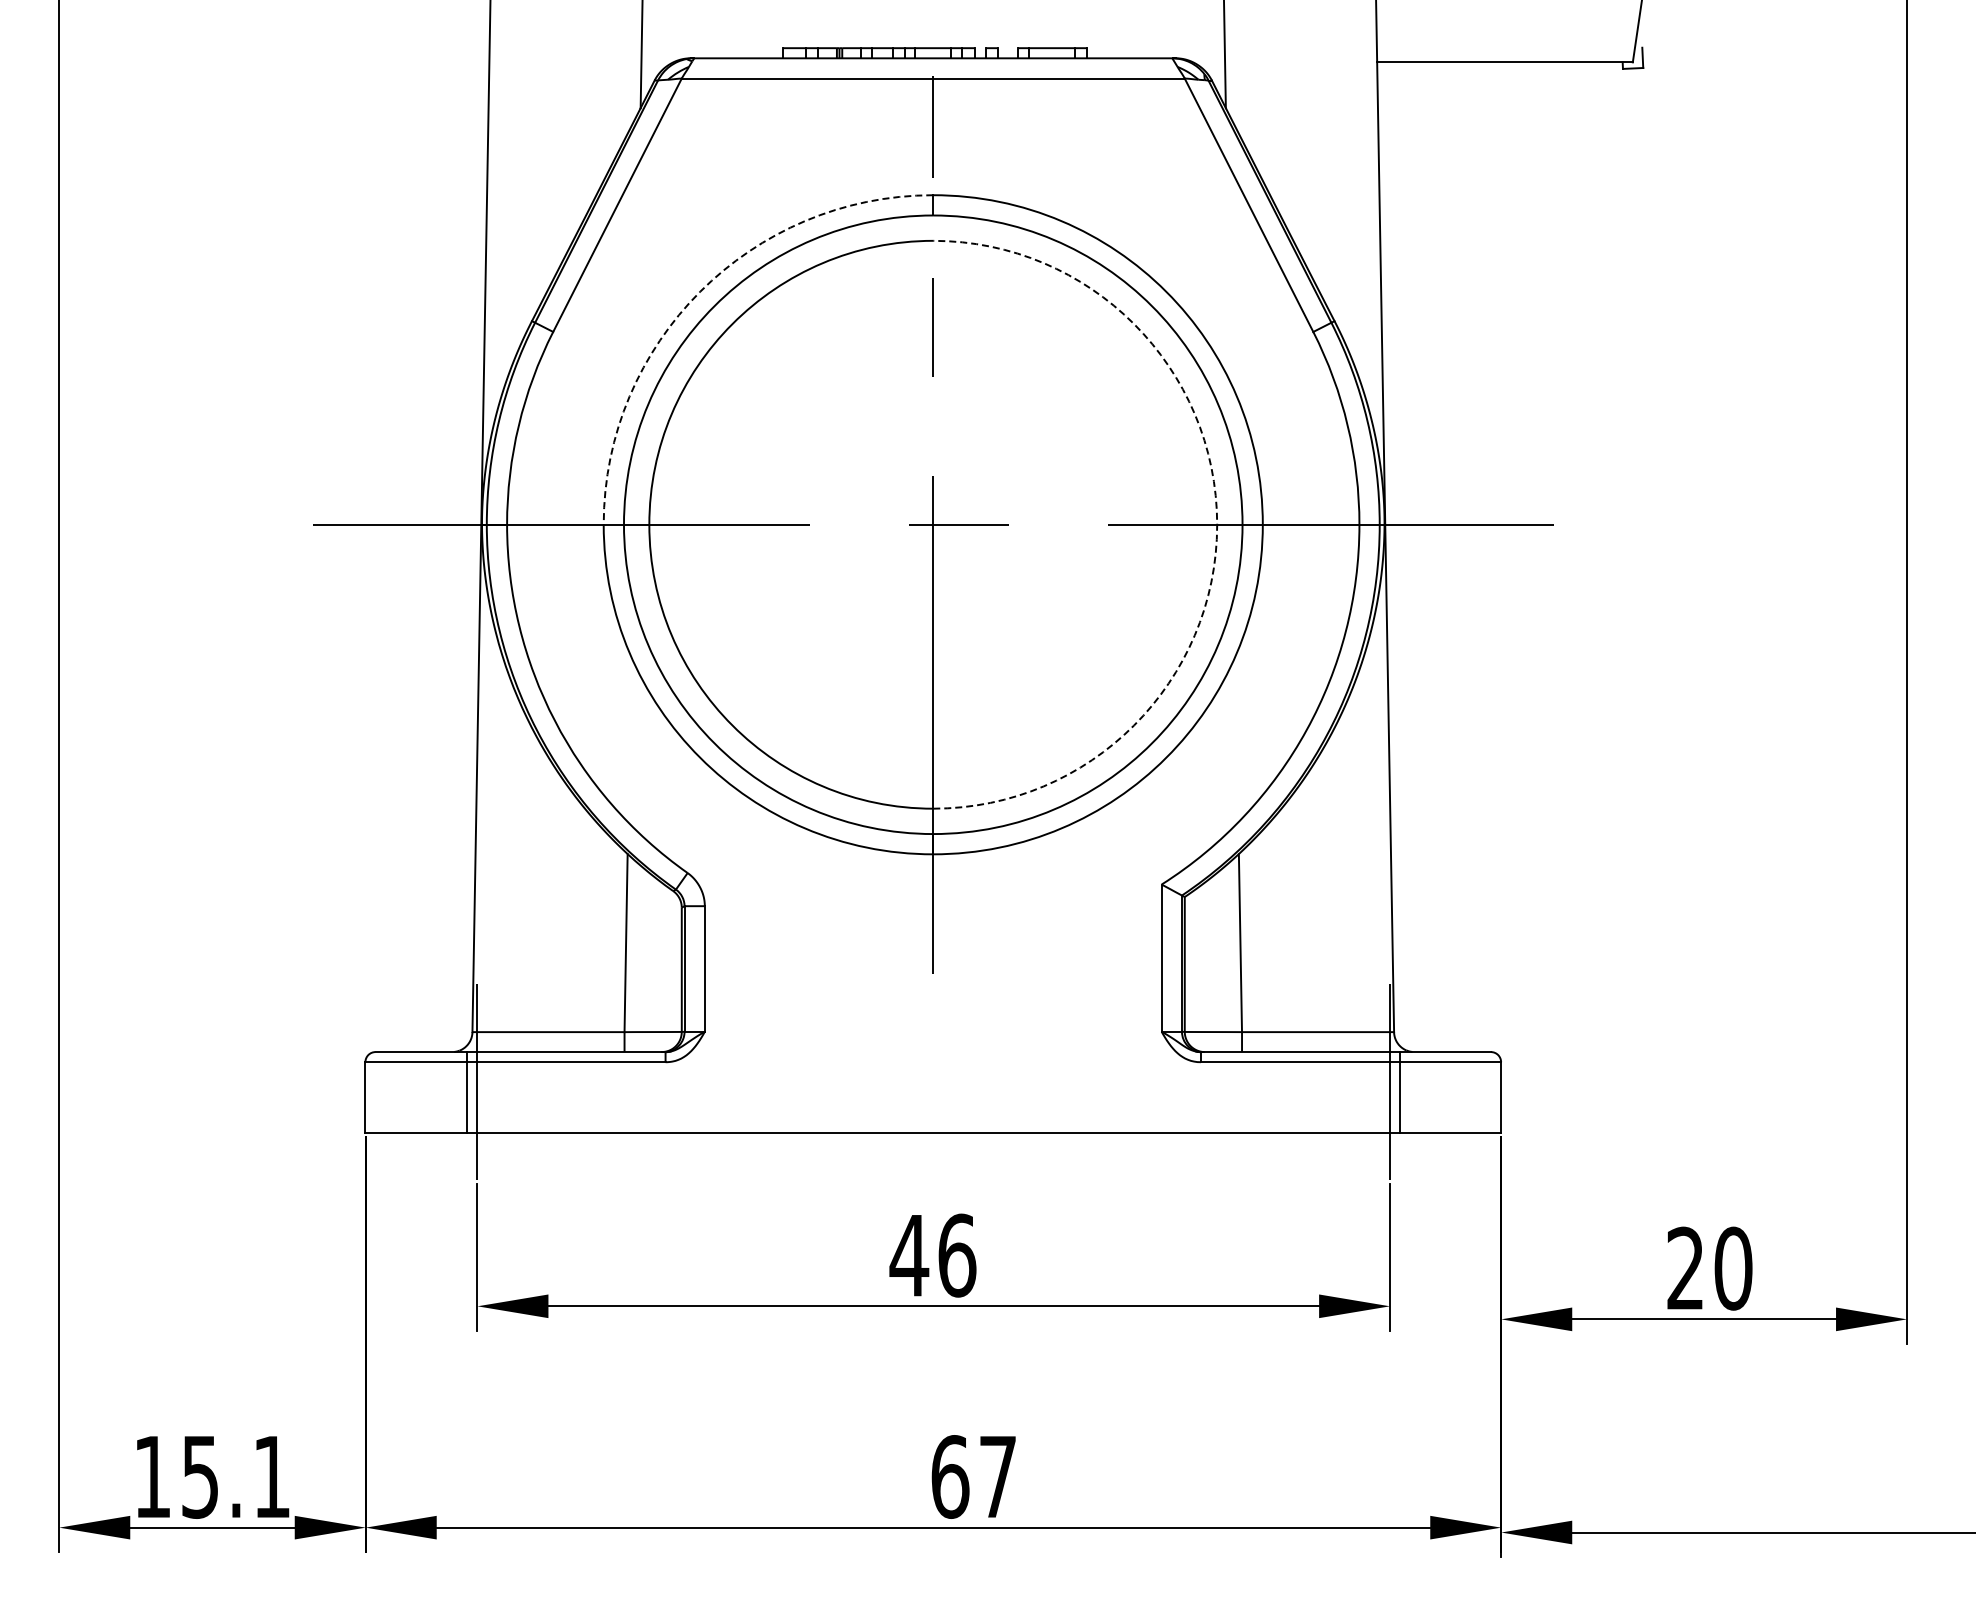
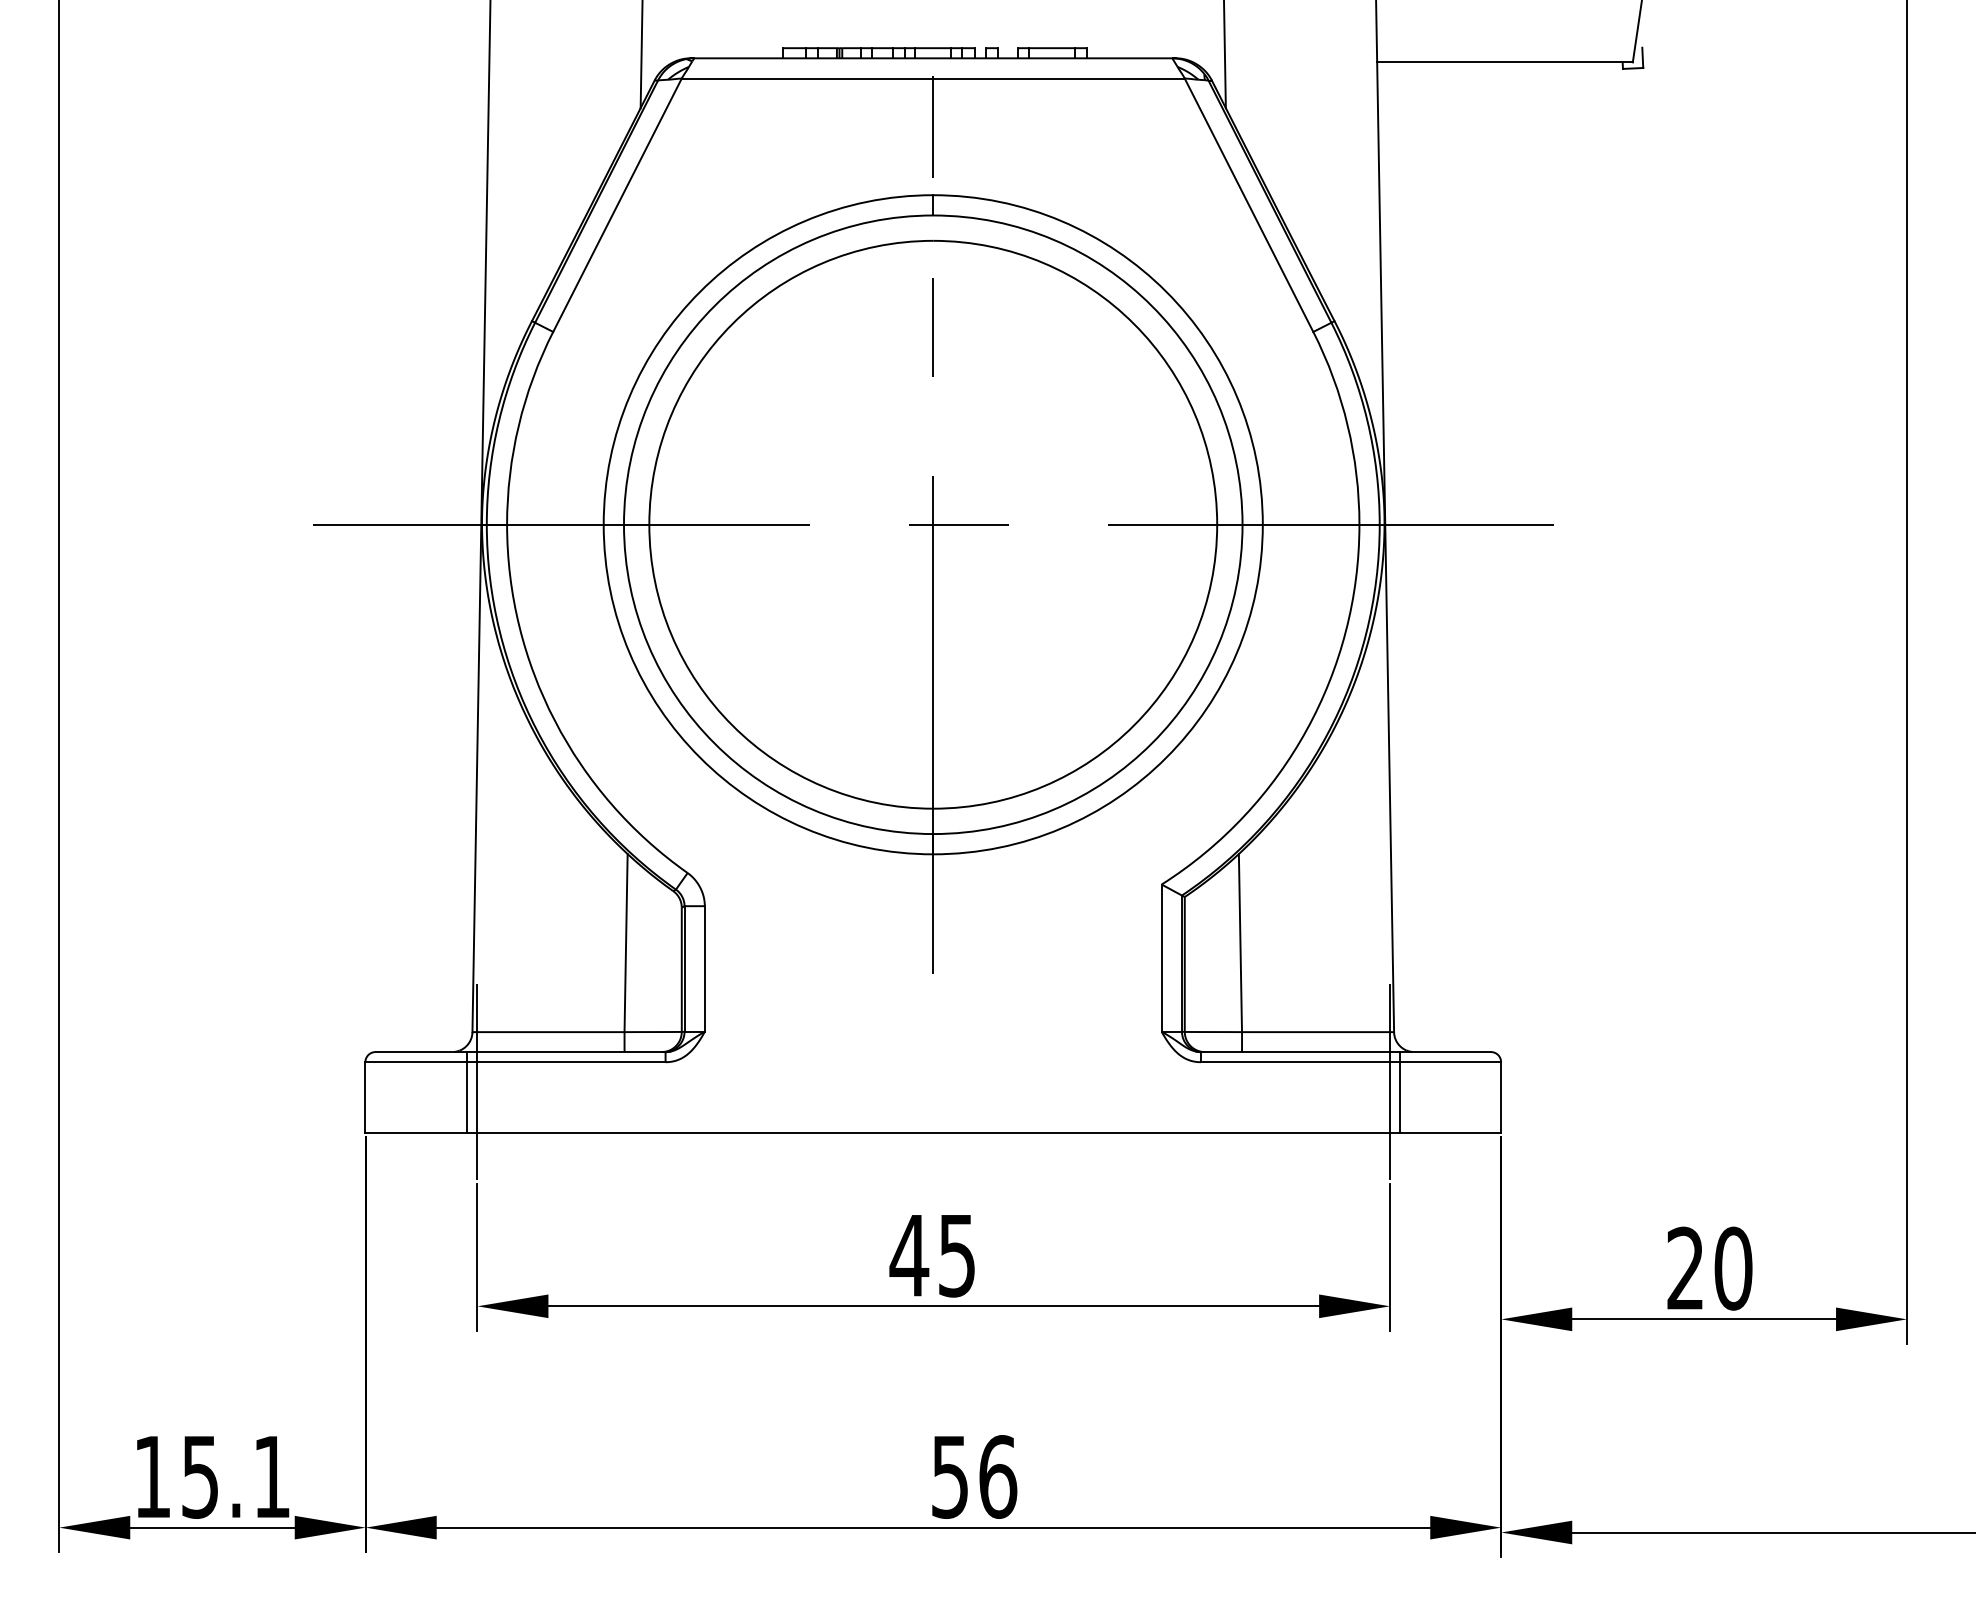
arc at (700, 291): dashed -> solid
arc at (1217, 524): dashed -> solid
text at (957, 1255): 46 -> 45
text at (974, 1476): 67 -> 56
